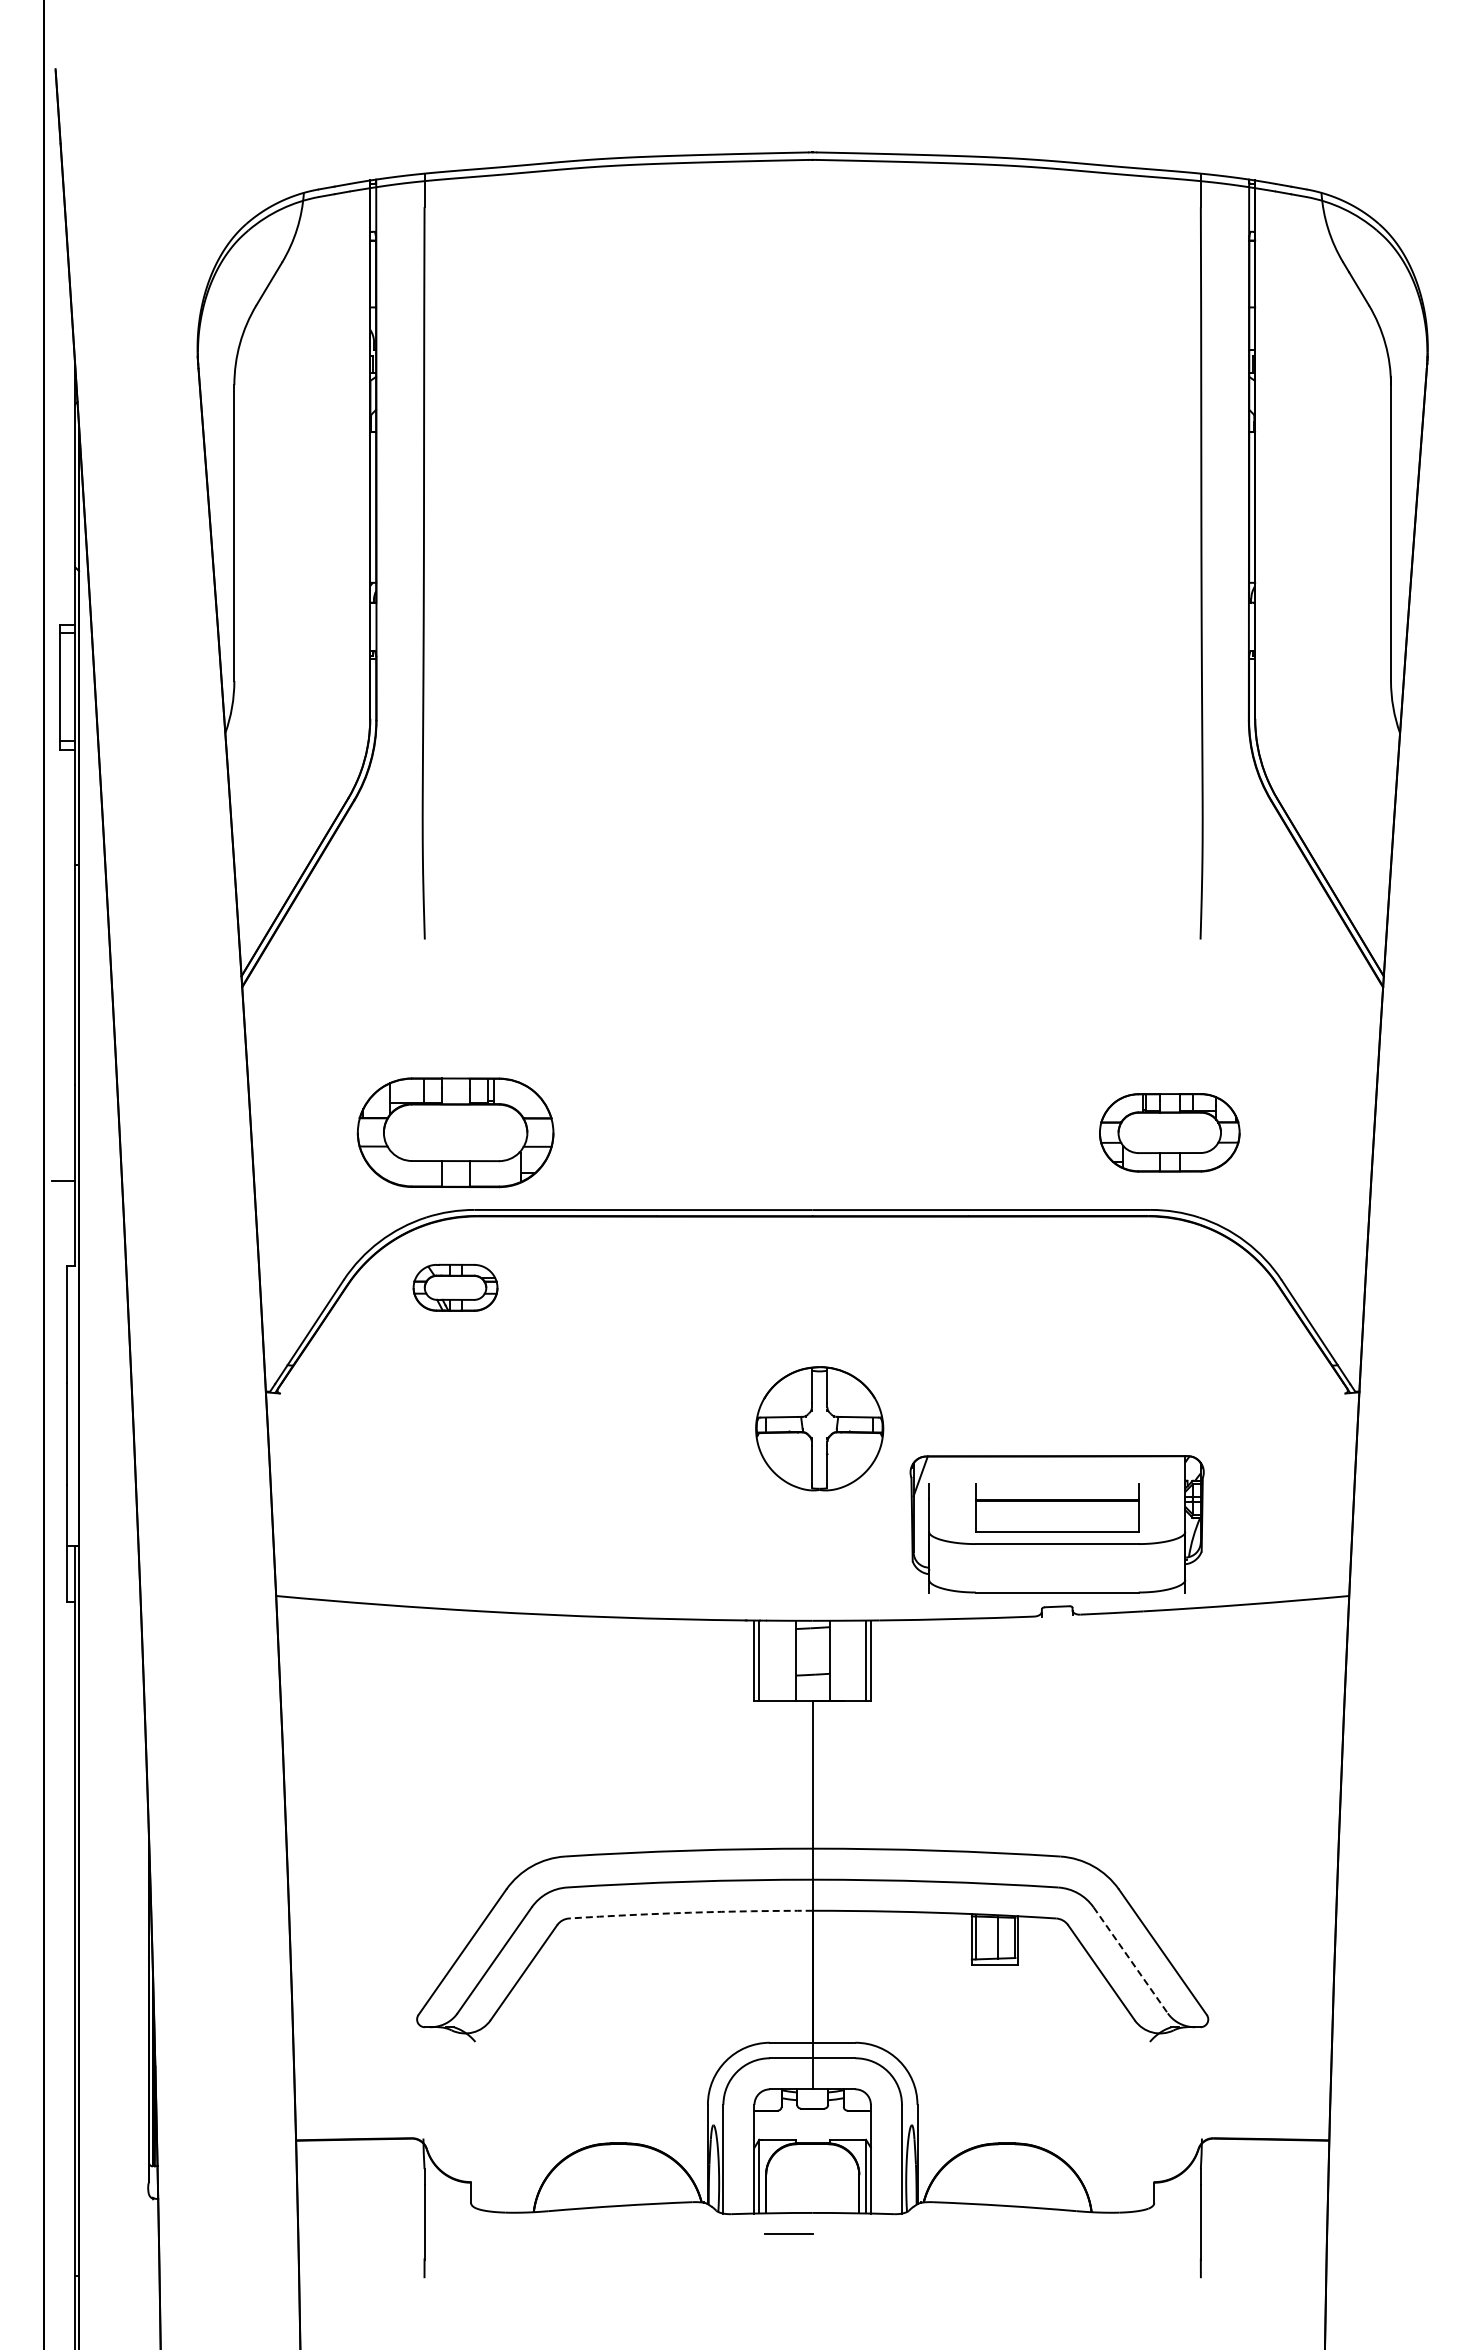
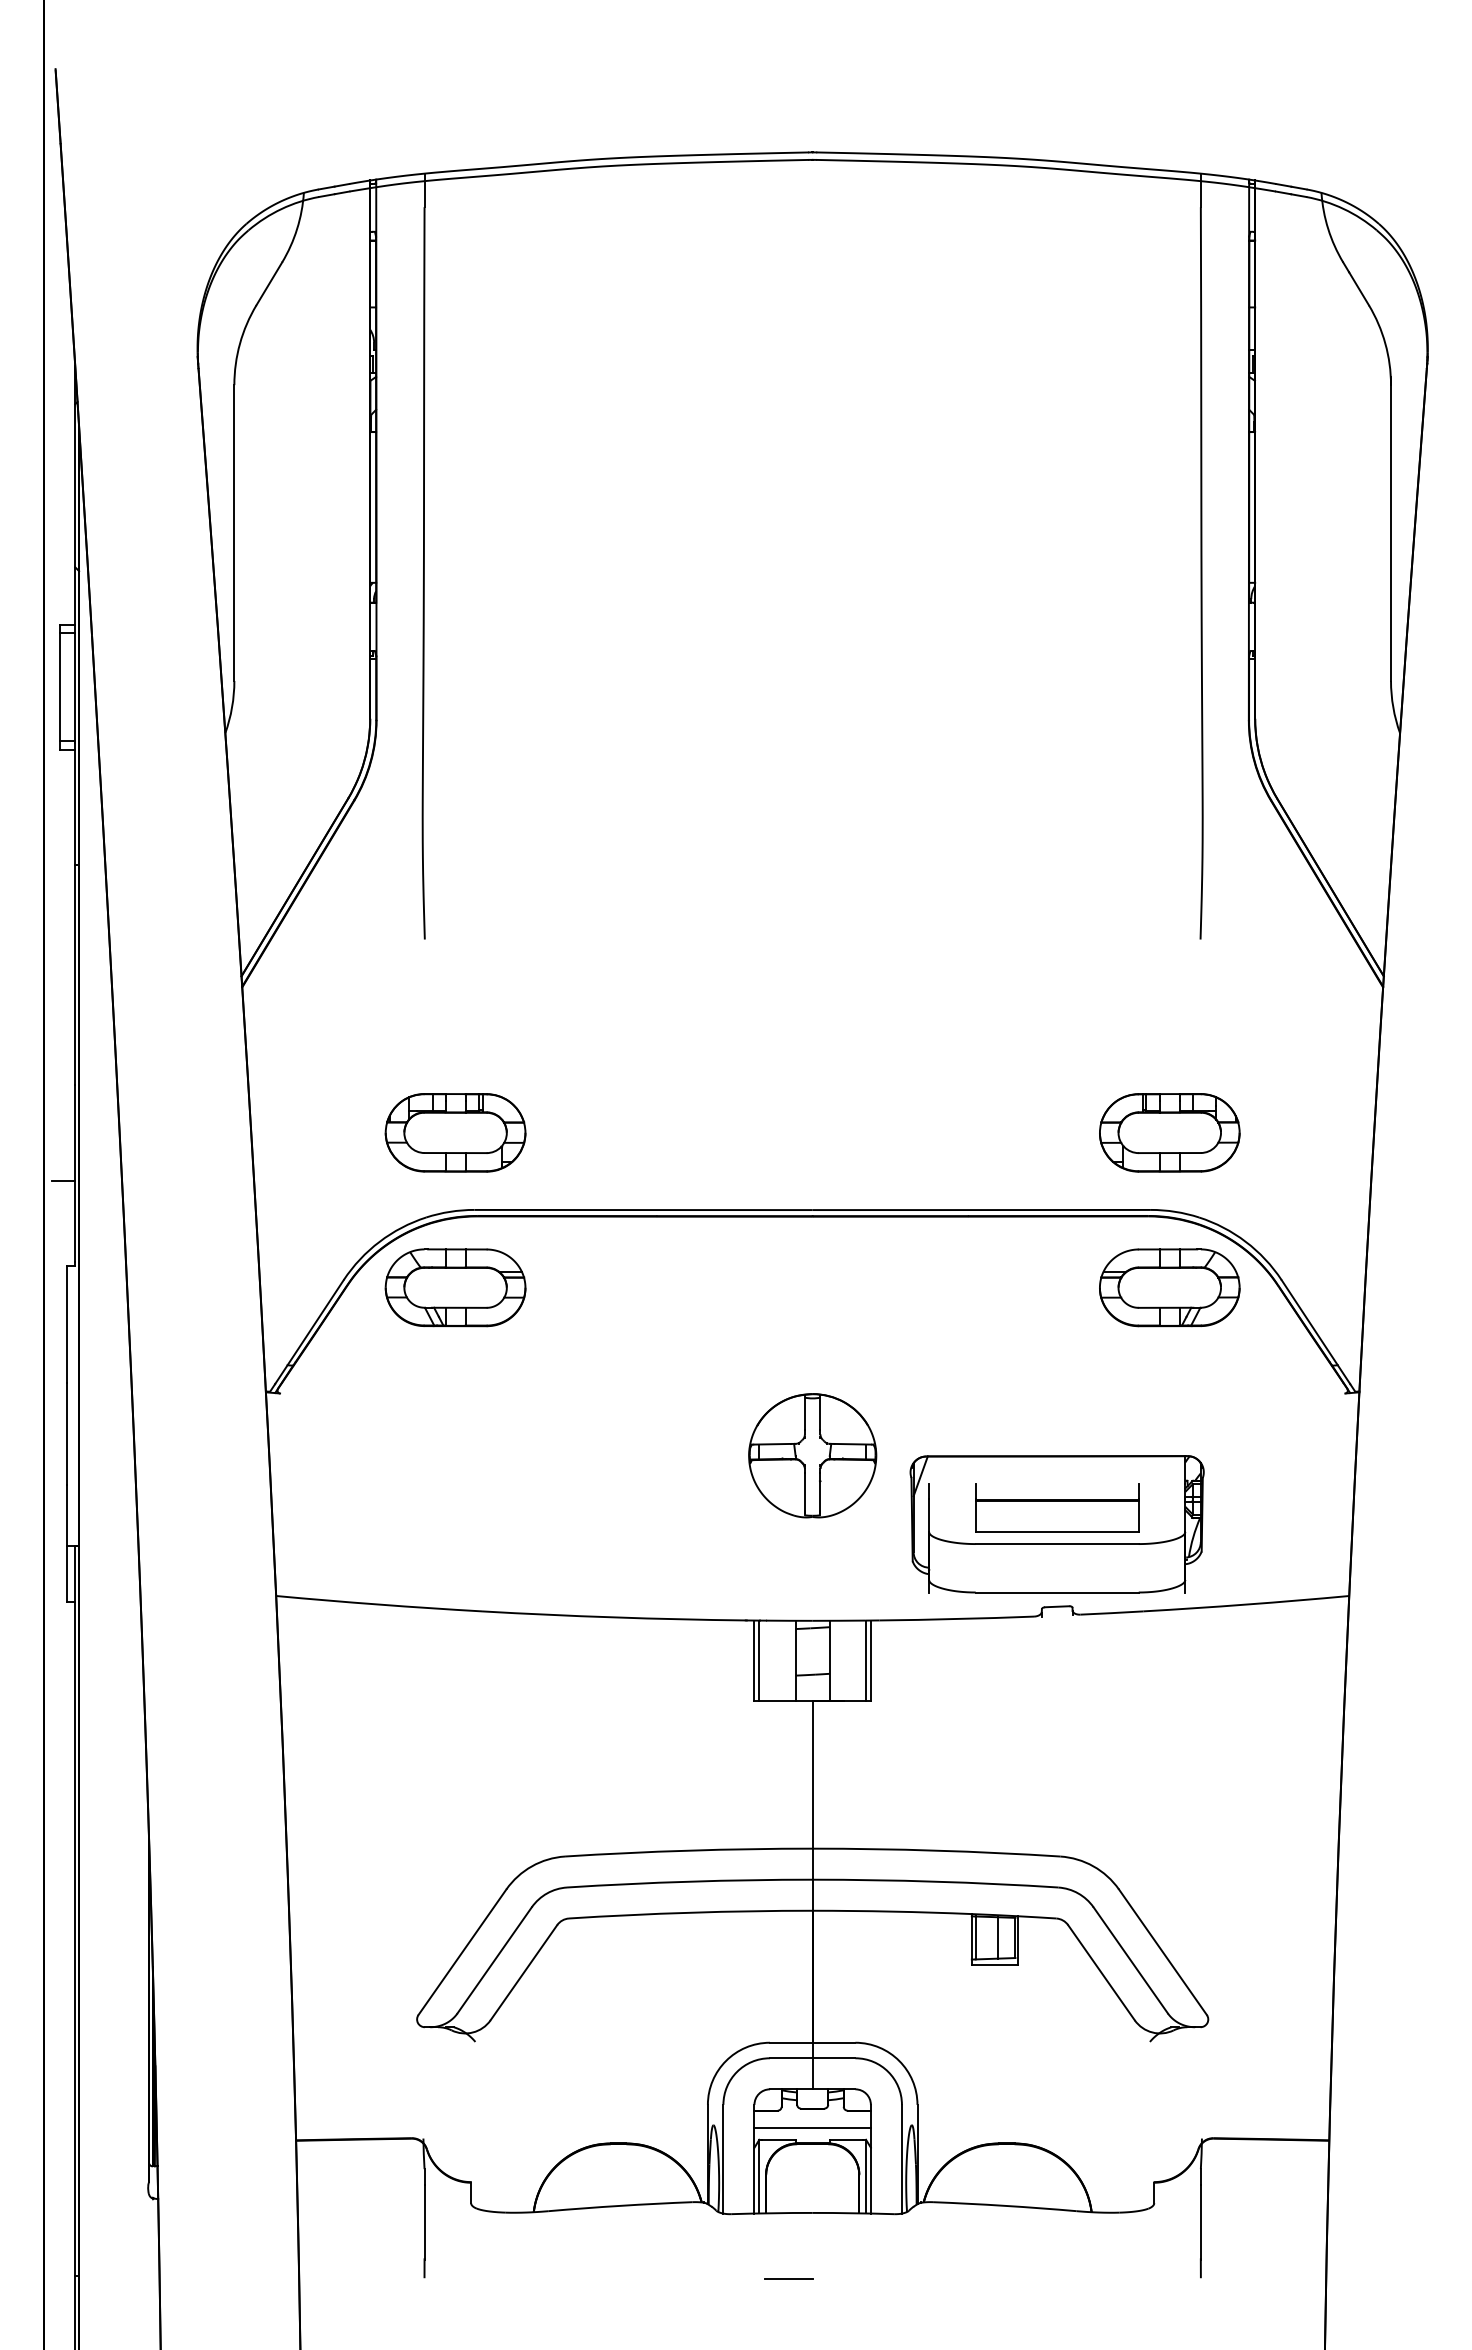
part at (455, 1132) size: 199x112 px -> 143x80 px
part at (455, 1287) size: 87x49 px -> 143x80 px
part at (1169, 1287): none -> present
part at (819, 1428) position: (819, 1428) -> (812, 1455)
arc at (690, 1912): dashed -> solid
line at (1130, 1960): dashed -> solid
line at (812, 2128): none -> present
line at (788, 2233) position: (788, 2233) -> (788, 2278)
